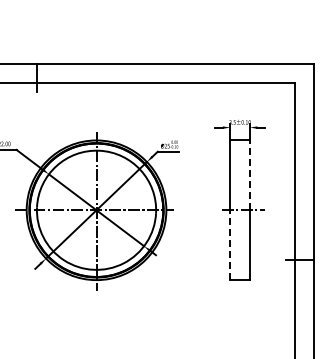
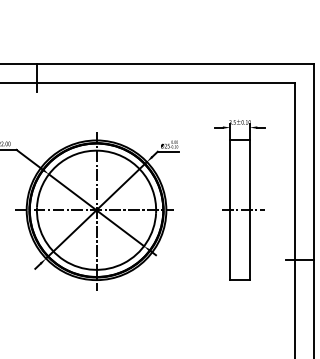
line at (249, 175): dashed -> solid
line at (230, 245): dashed -> solid
